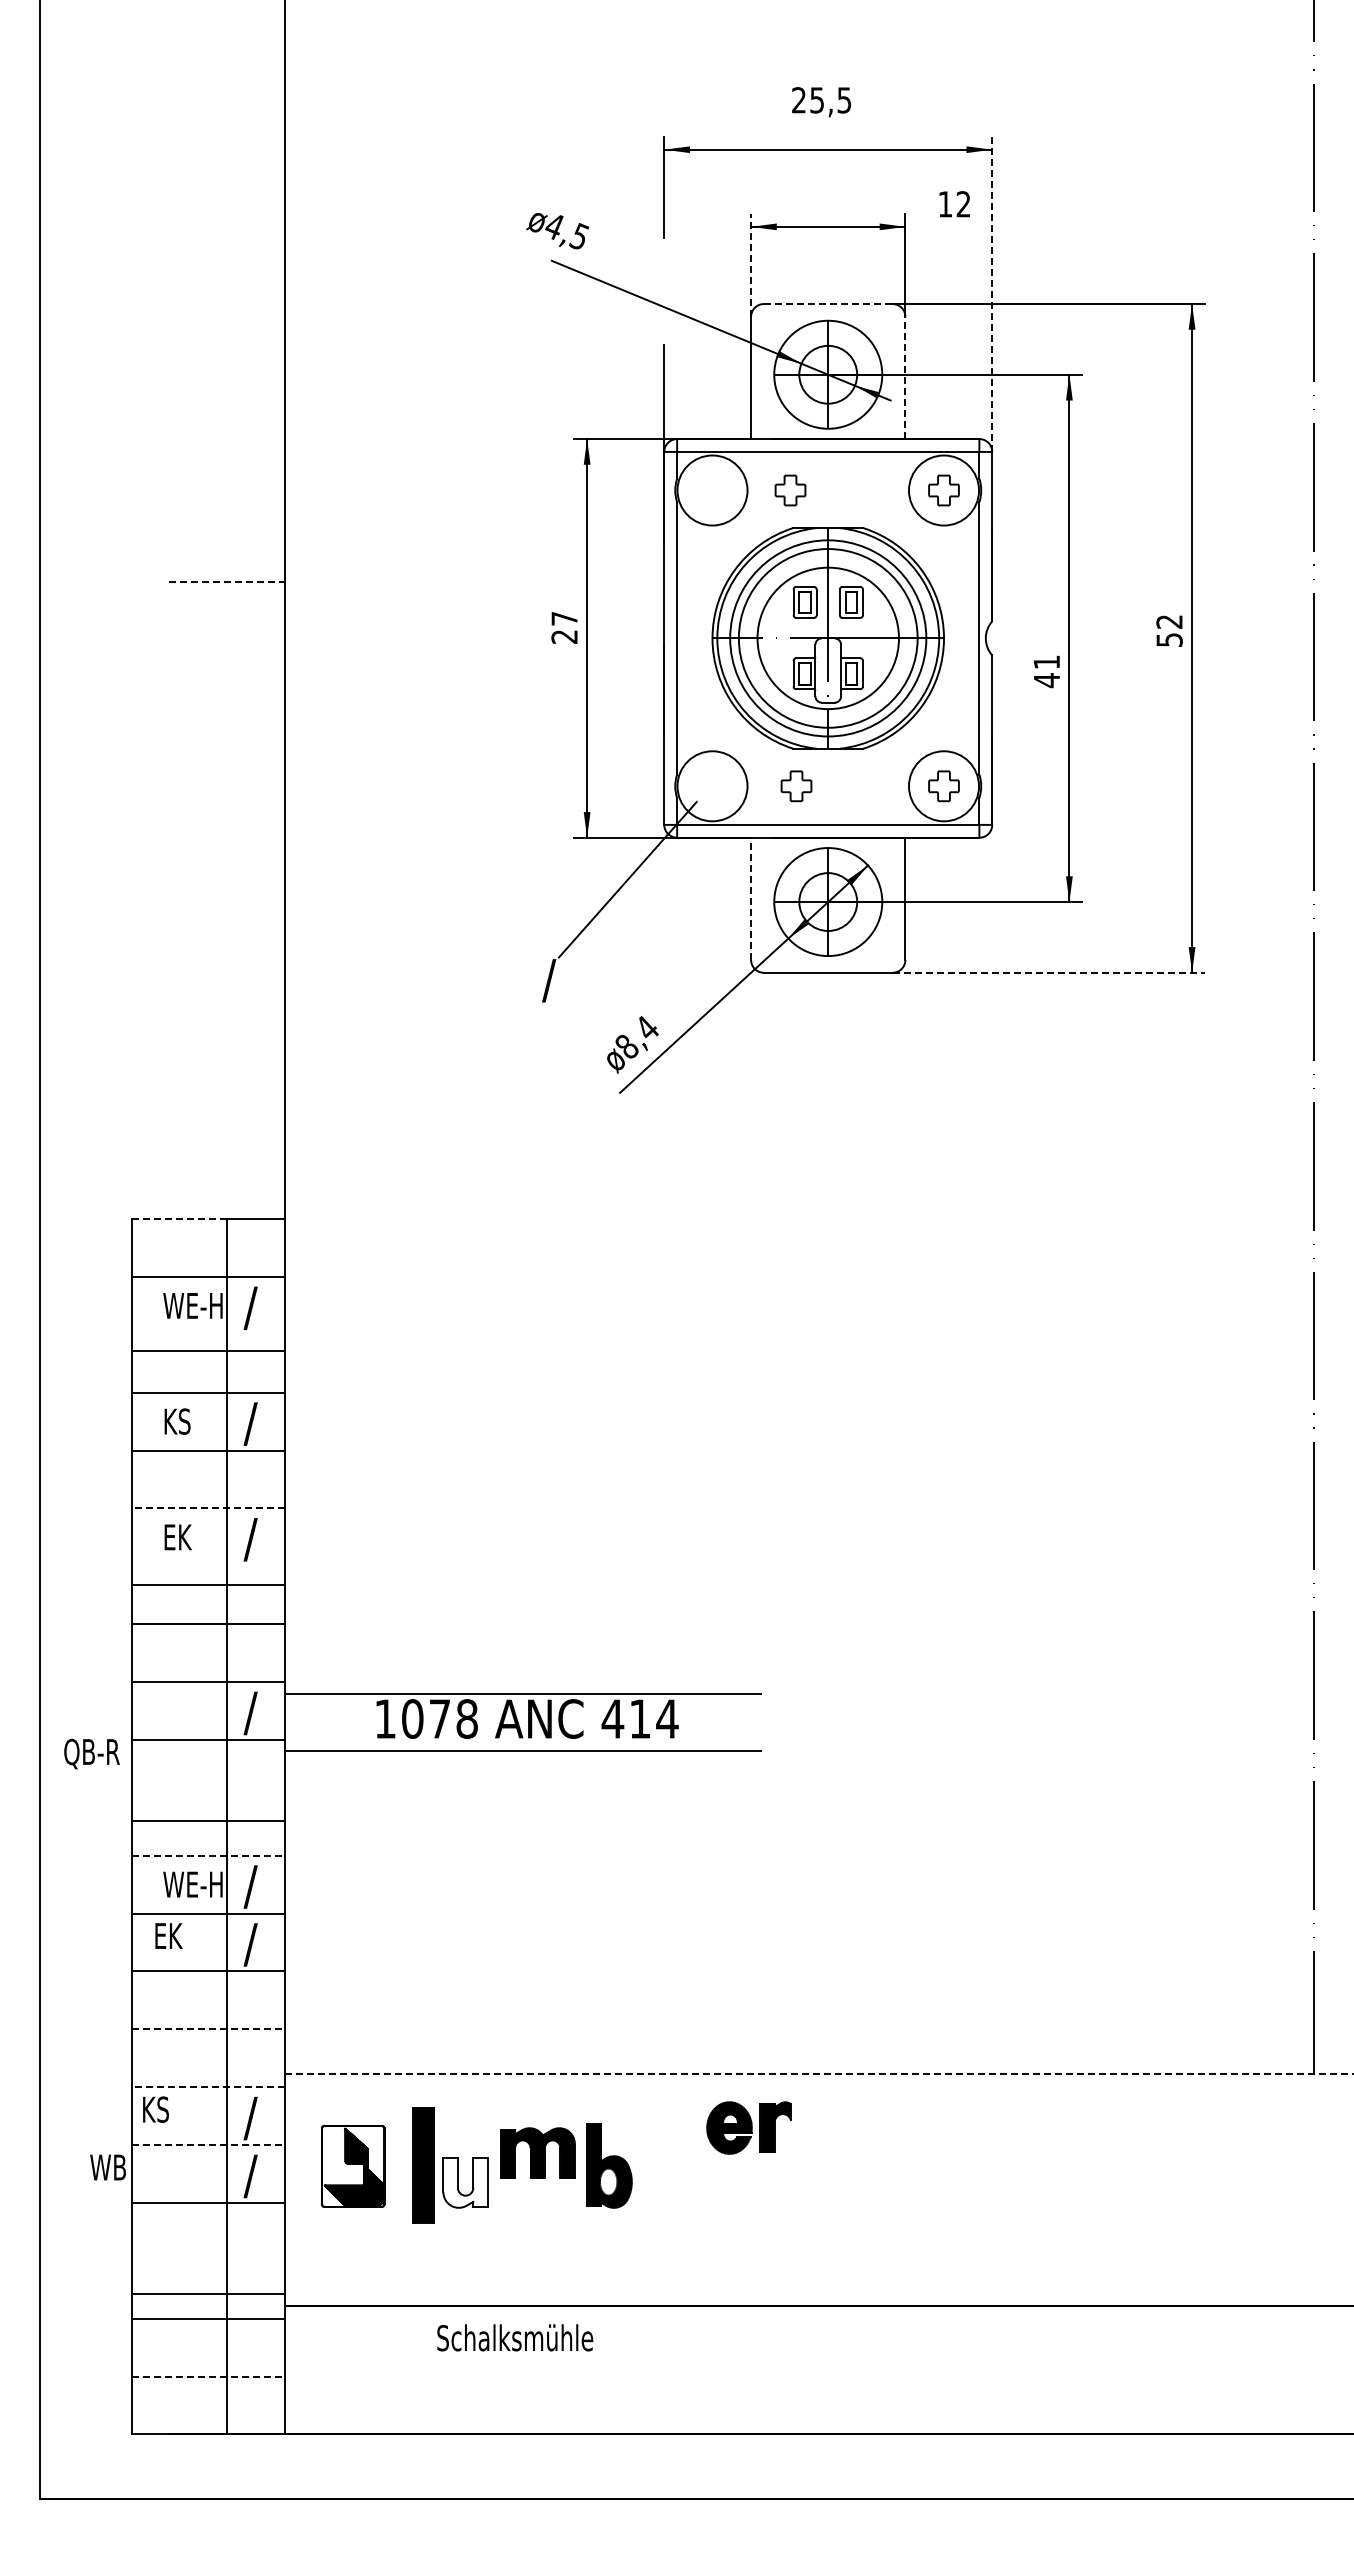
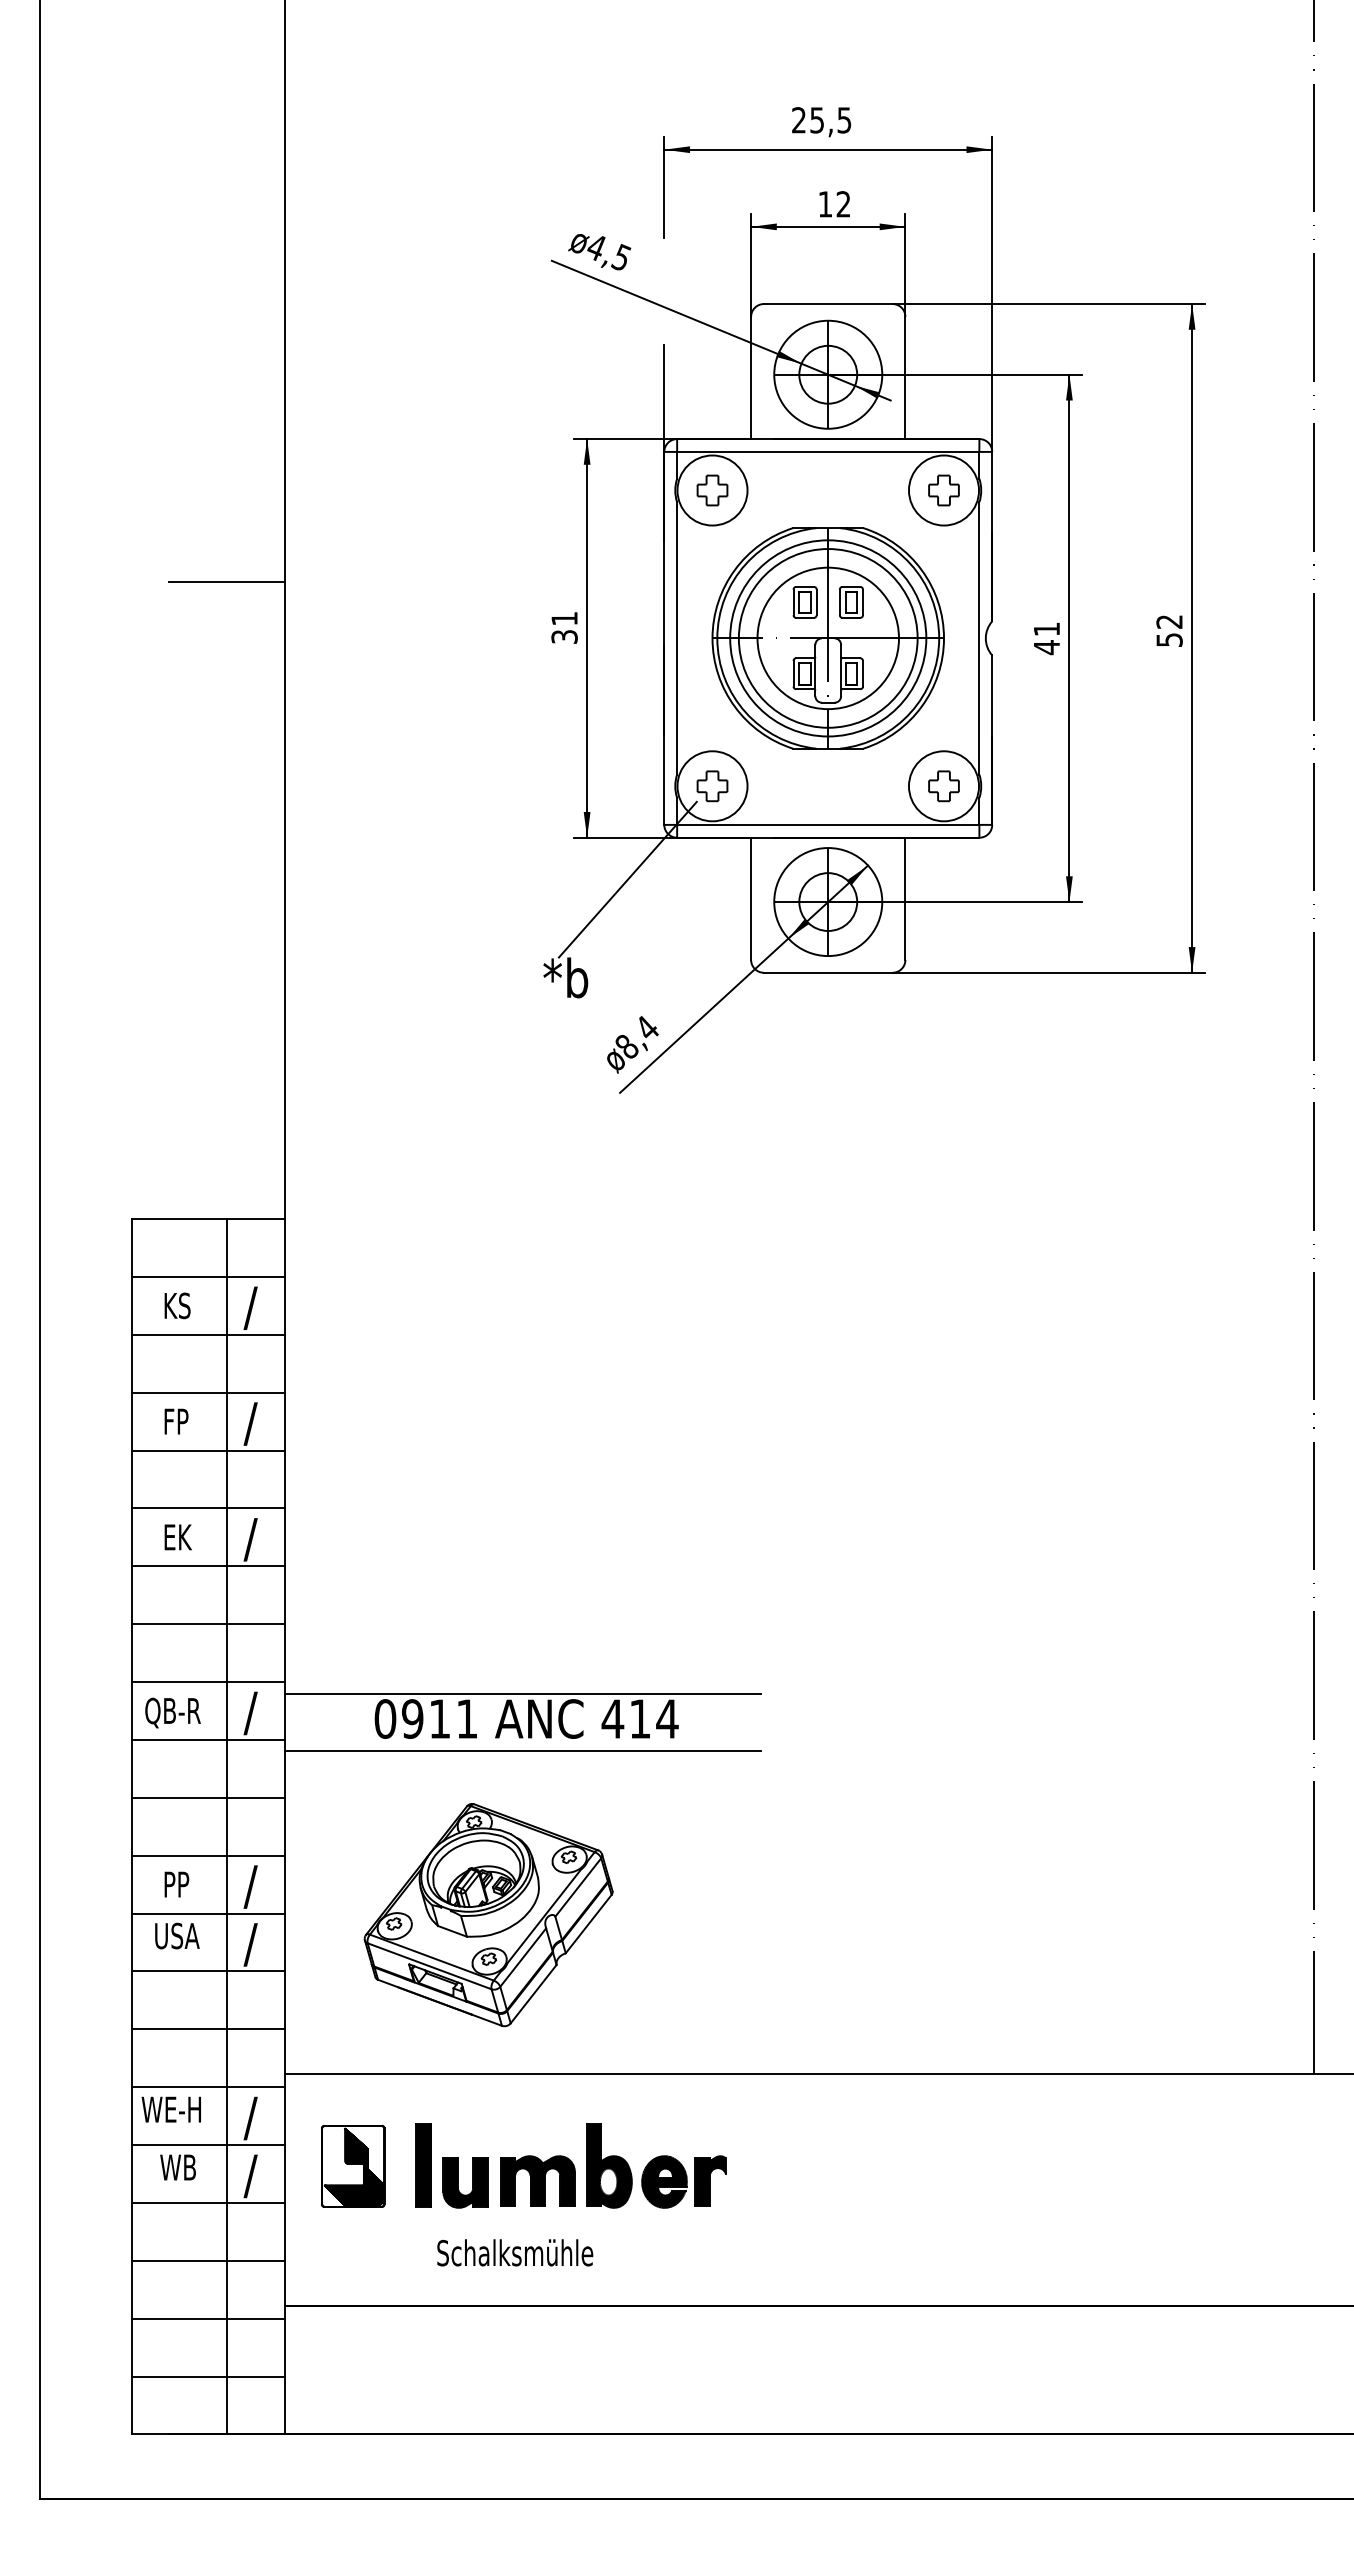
text at (821, 102) position: (821, 102) -> (821, 122)
text at (954, 204) position: (954, 204) -> (834, 204)
text at (557, 231) position: (557, 231) -> (599, 252)
line at (751, 264): dashed -> solid
line at (992, 294): dashed -> solid
line at (828, 304): dashed -> solid
line at (905, 377): dashed -> solid
part at (790, 490) position: (790, 490) -> (712, 490)
line at (226, 582): dashed -> solid
text at (564, 627): 27 -> 31
text at (1046, 671) position: (1046, 671) -> (1046, 638)
part at (796, 786) position: (796, 786) -> (712, 786)
line at (751, 898): dashed -> solid
line at (1049, 972): dashed -> solid
text at (565, 979): / -> *b
line at (179, 1219): dashed -> solid
text at (192, 1305): WE-H -> KS
line at (207, 1350) position: (207, 1350) -> (207, 1334)
text at (178, 1421): KS -> FP
line at (208, 1508): dashed -> solid
line at (207, 1585) position: (207, 1585) -> (207, 1566)
text at (425, 1718): 1078 -> 0911
text at (91, 1753) position: (91, 1753) -> (172, 1712)
line at (207, 1820) position: (207, 1820) -> (207, 1797)
line at (208, 1855): dashed -> solid
text at (192, 1884): WE-H -> PP
part at (488, 1915): none -> present
text at (177, 1935): EK -> USA
line at (208, 2029): dashed -> solid
line at (819, 2074): dashed -> solid
line at (208, 2087): dashed -> solid
text at (170, 2109): KS -> WE-H
part at (748, 2127) position: (748, 2127) -> (683, 2181)
line at (208, 2145): dashed -> solid
part at (537, 2152) position: (537, 2152) -> (537, 2180)
part at (423, 2165) size: 23x117 px -> 17x85 px
text at (107, 2167) position: (107, 2167) -> (177, 2167)
fill at (465, 2182): none -> present
line at (207, 2293) position: (207, 2293) -> (207, 2260)
text at (515, 2337) position: (515, 2337) -> (515, 2252)
line at (208, 2376): dashed -> solid
